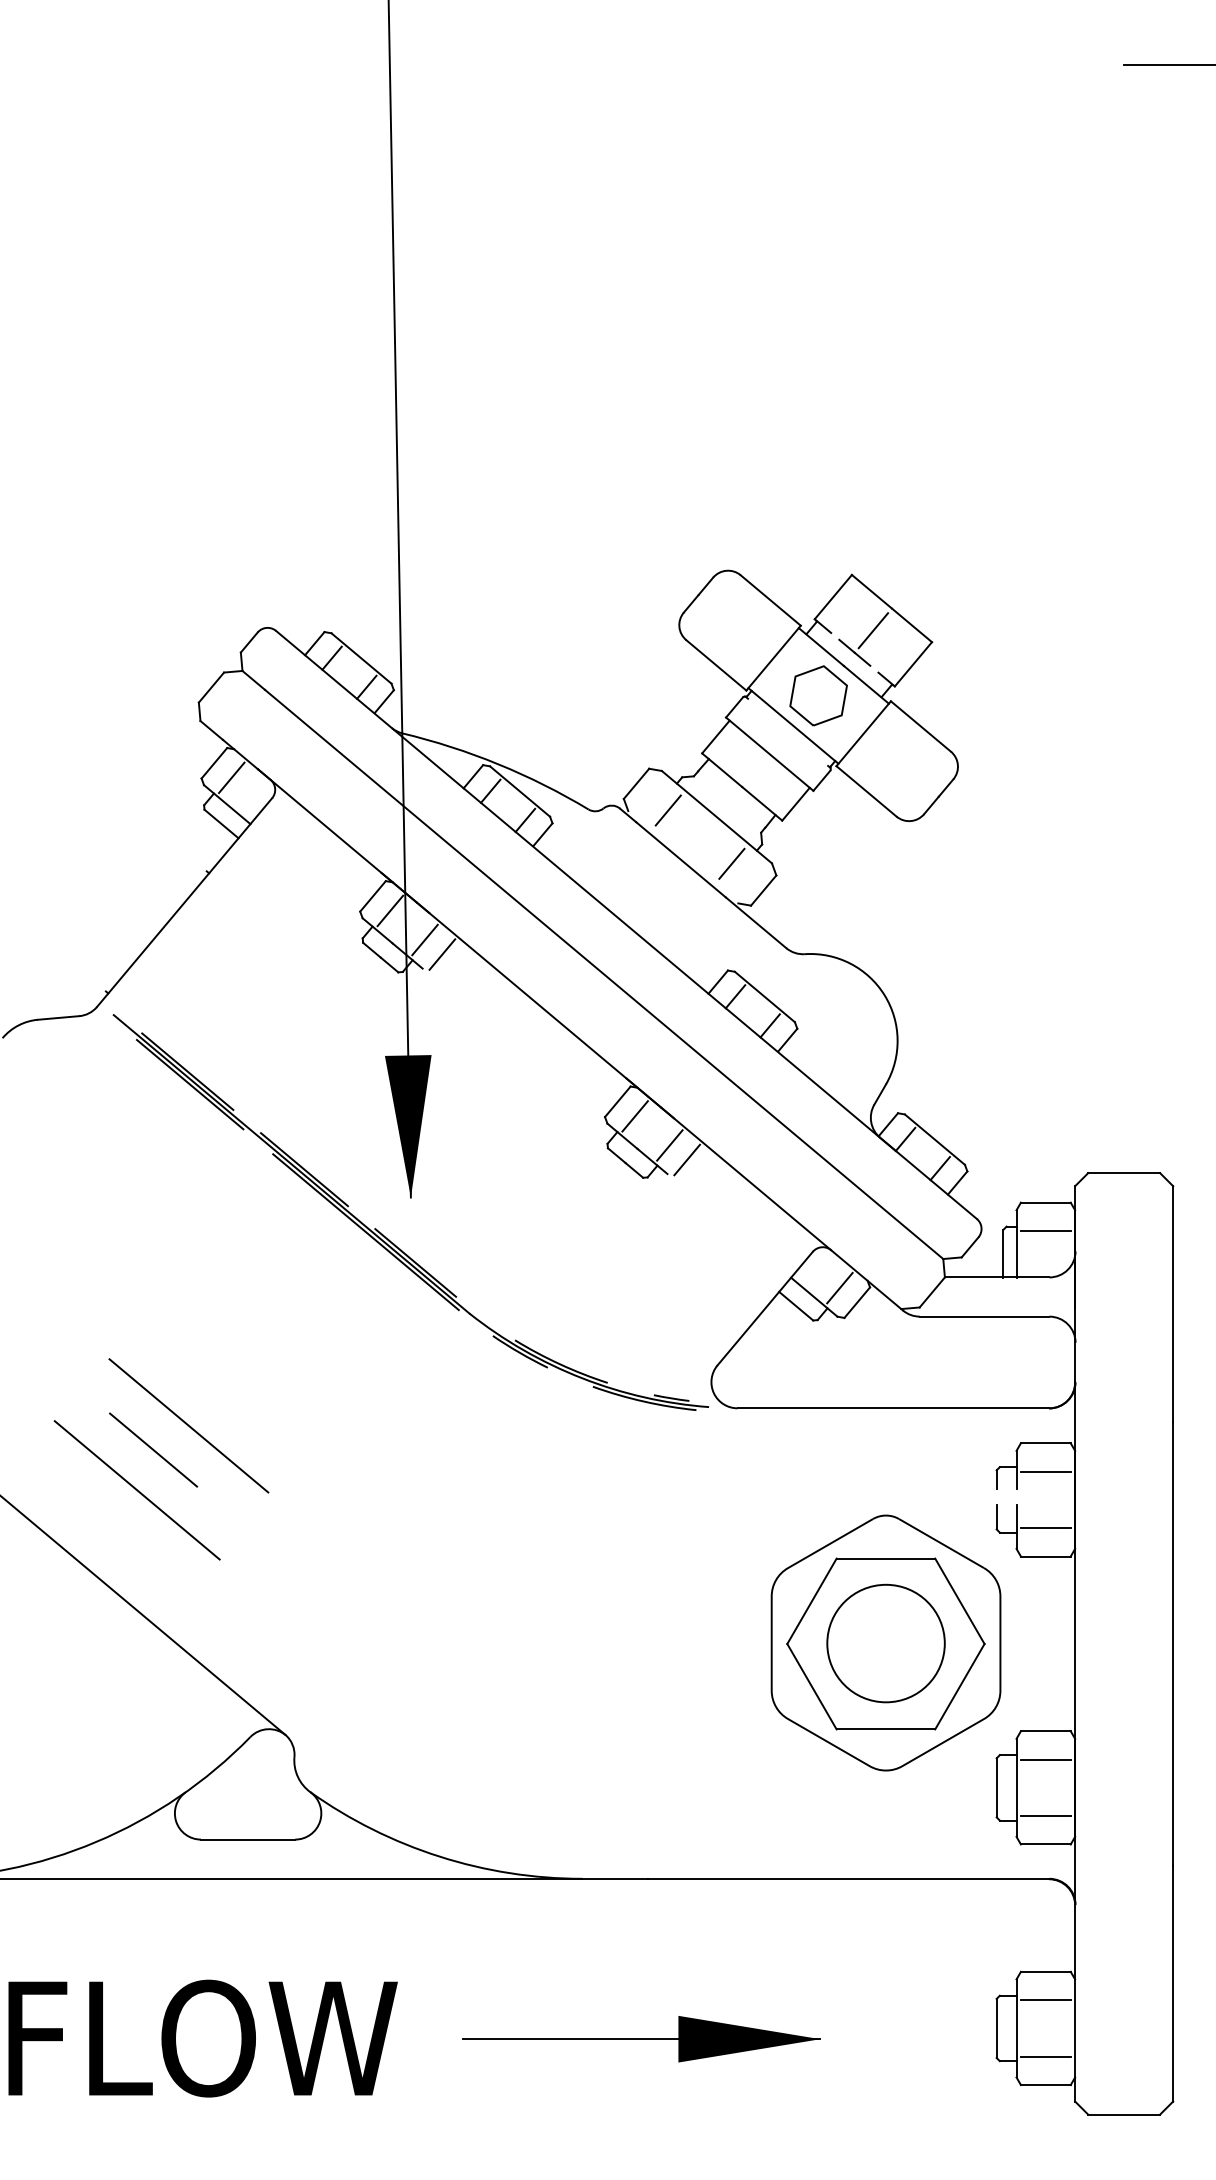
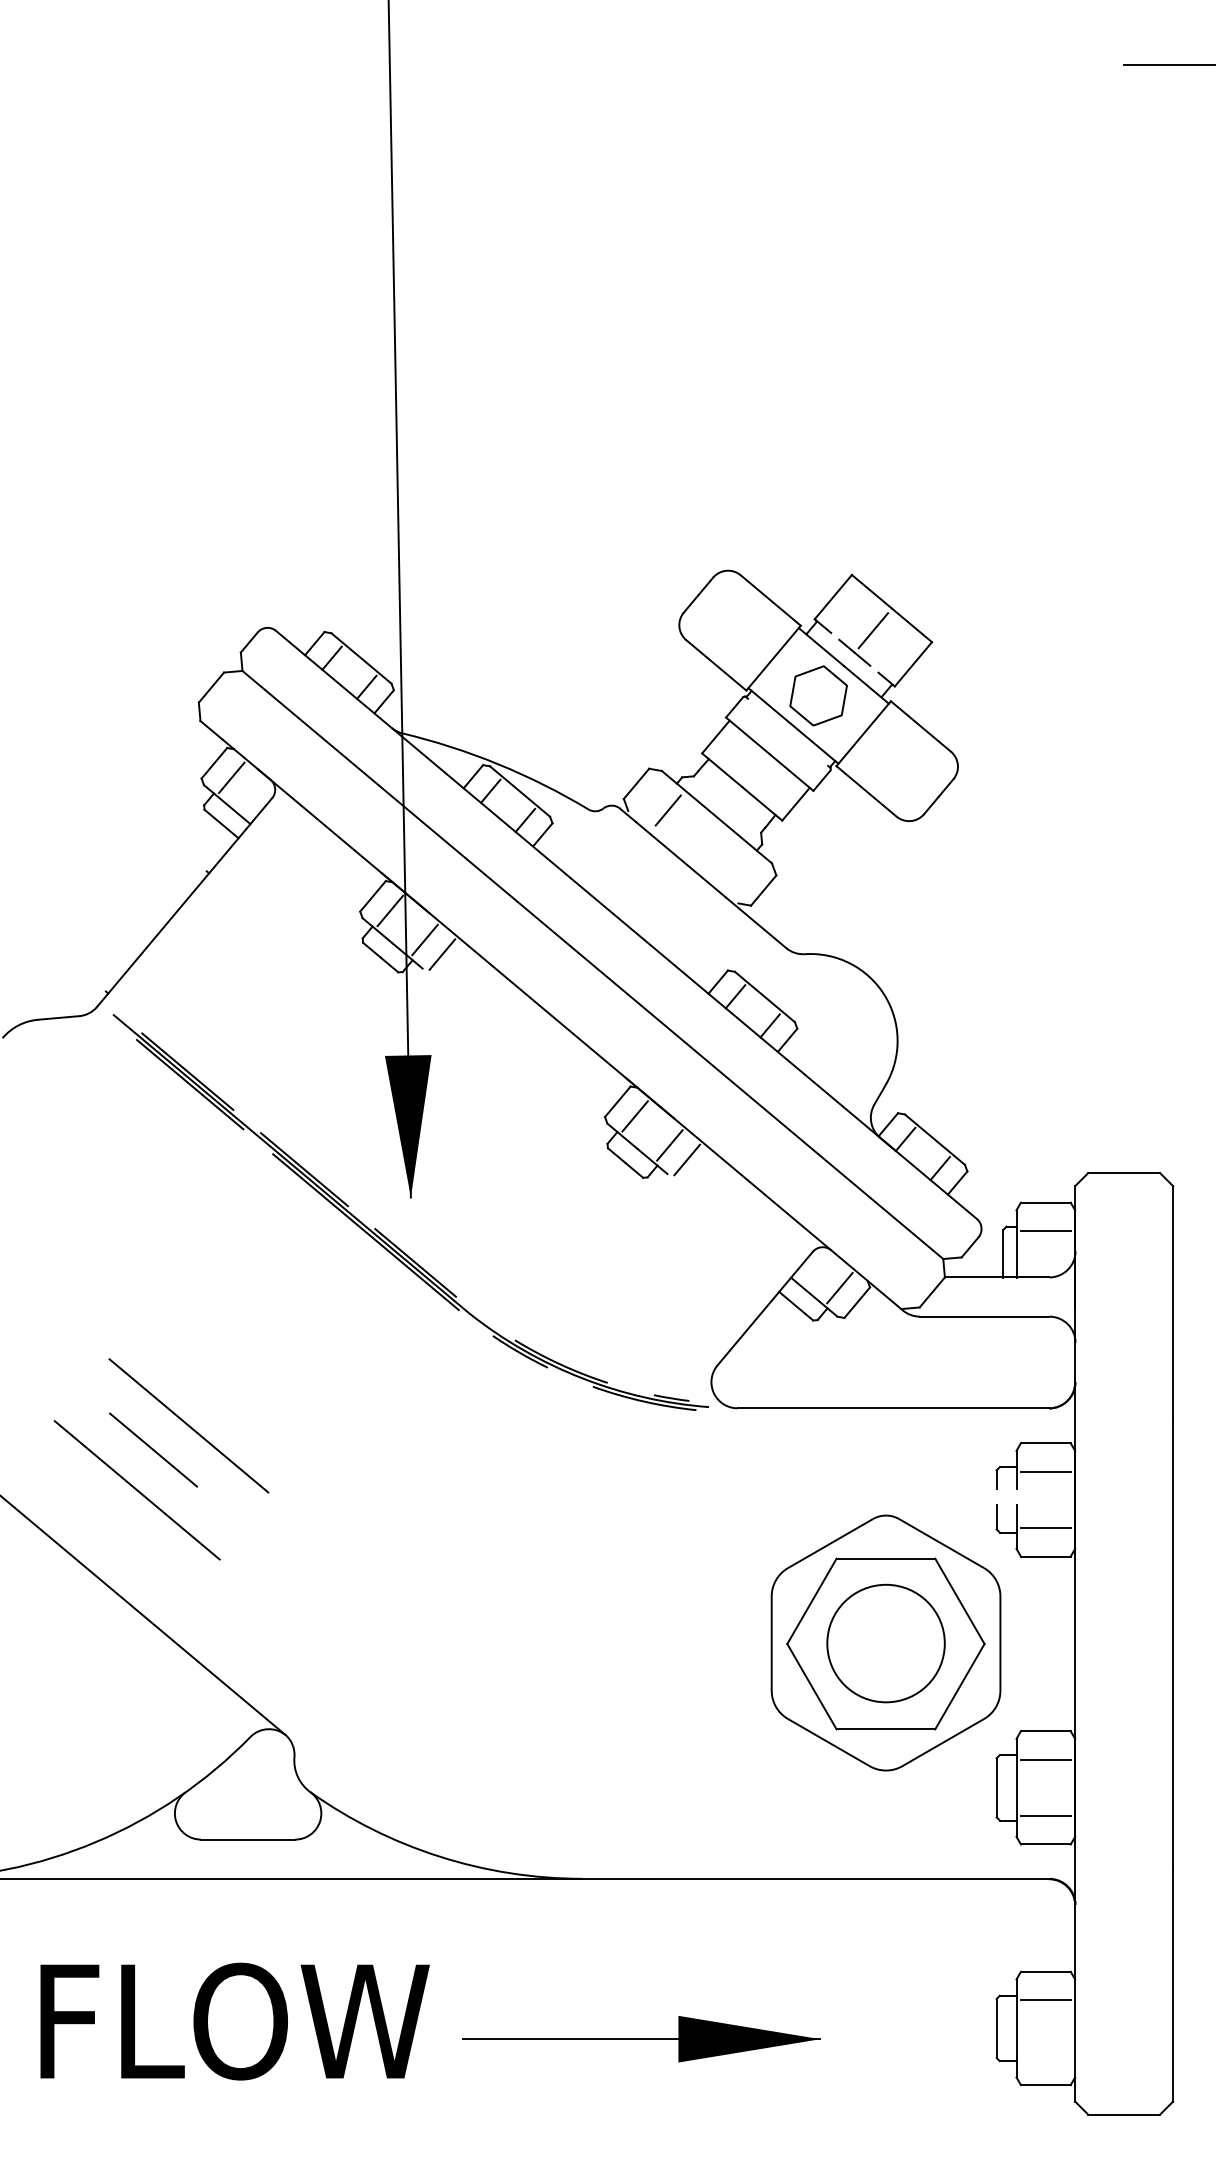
line at (731, 863): present -> none
text at (202, 2038) position: (202, 2038) -> (234, 2021)
line at (1045, 2056): present -> none
